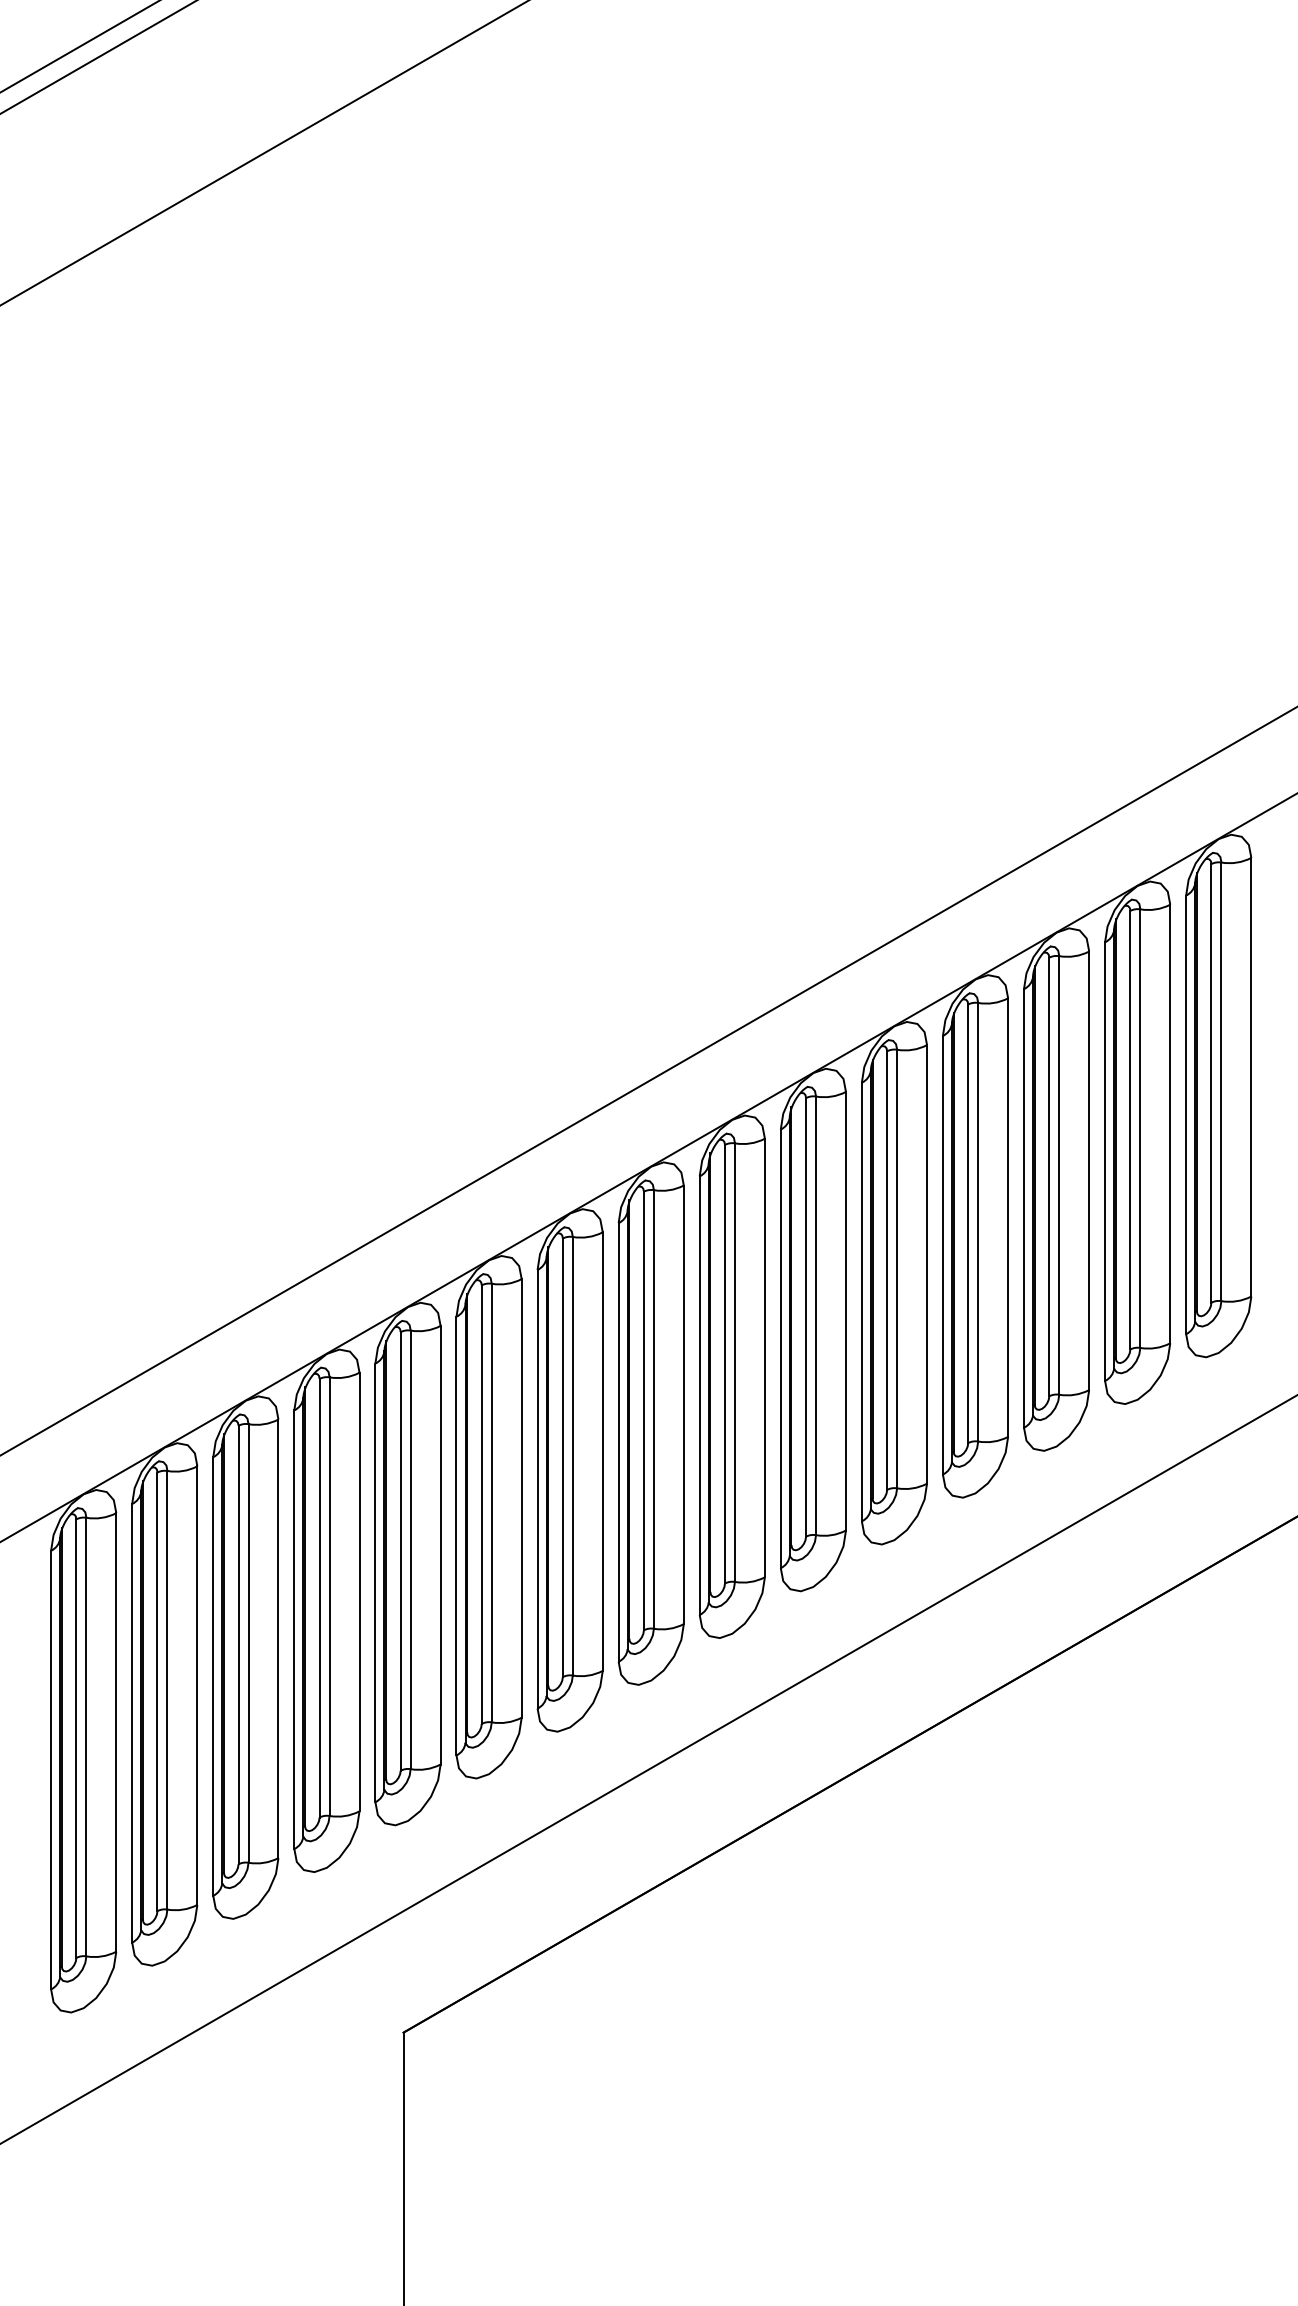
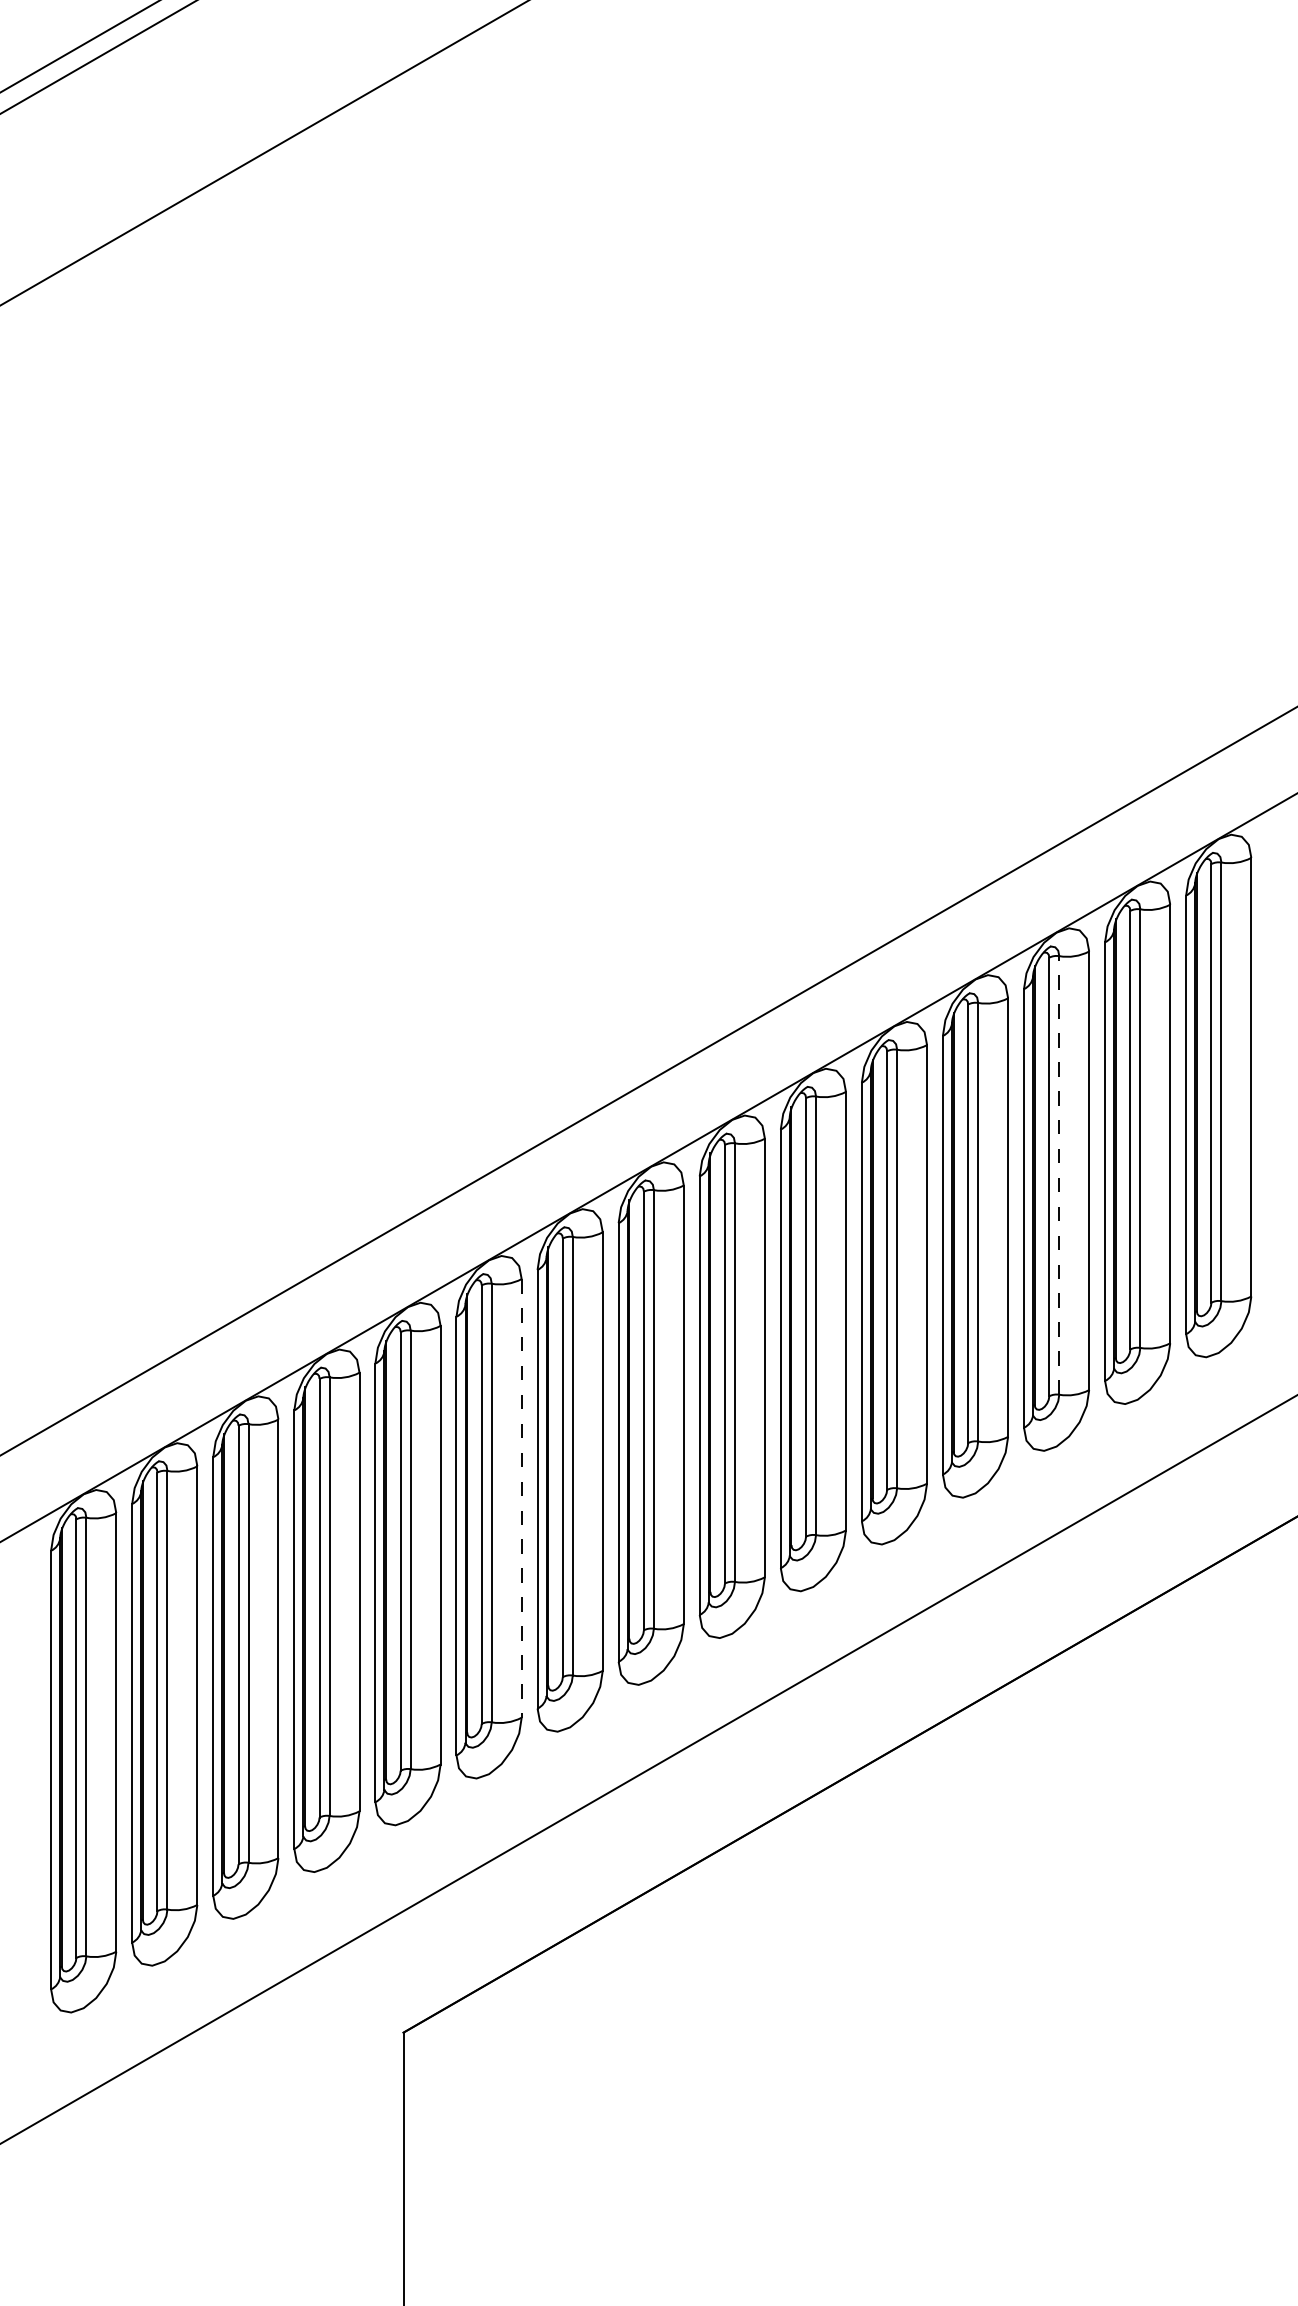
line at (1059, 1174): solid -> dashed
line at (521, 1498): solid -> dashed
